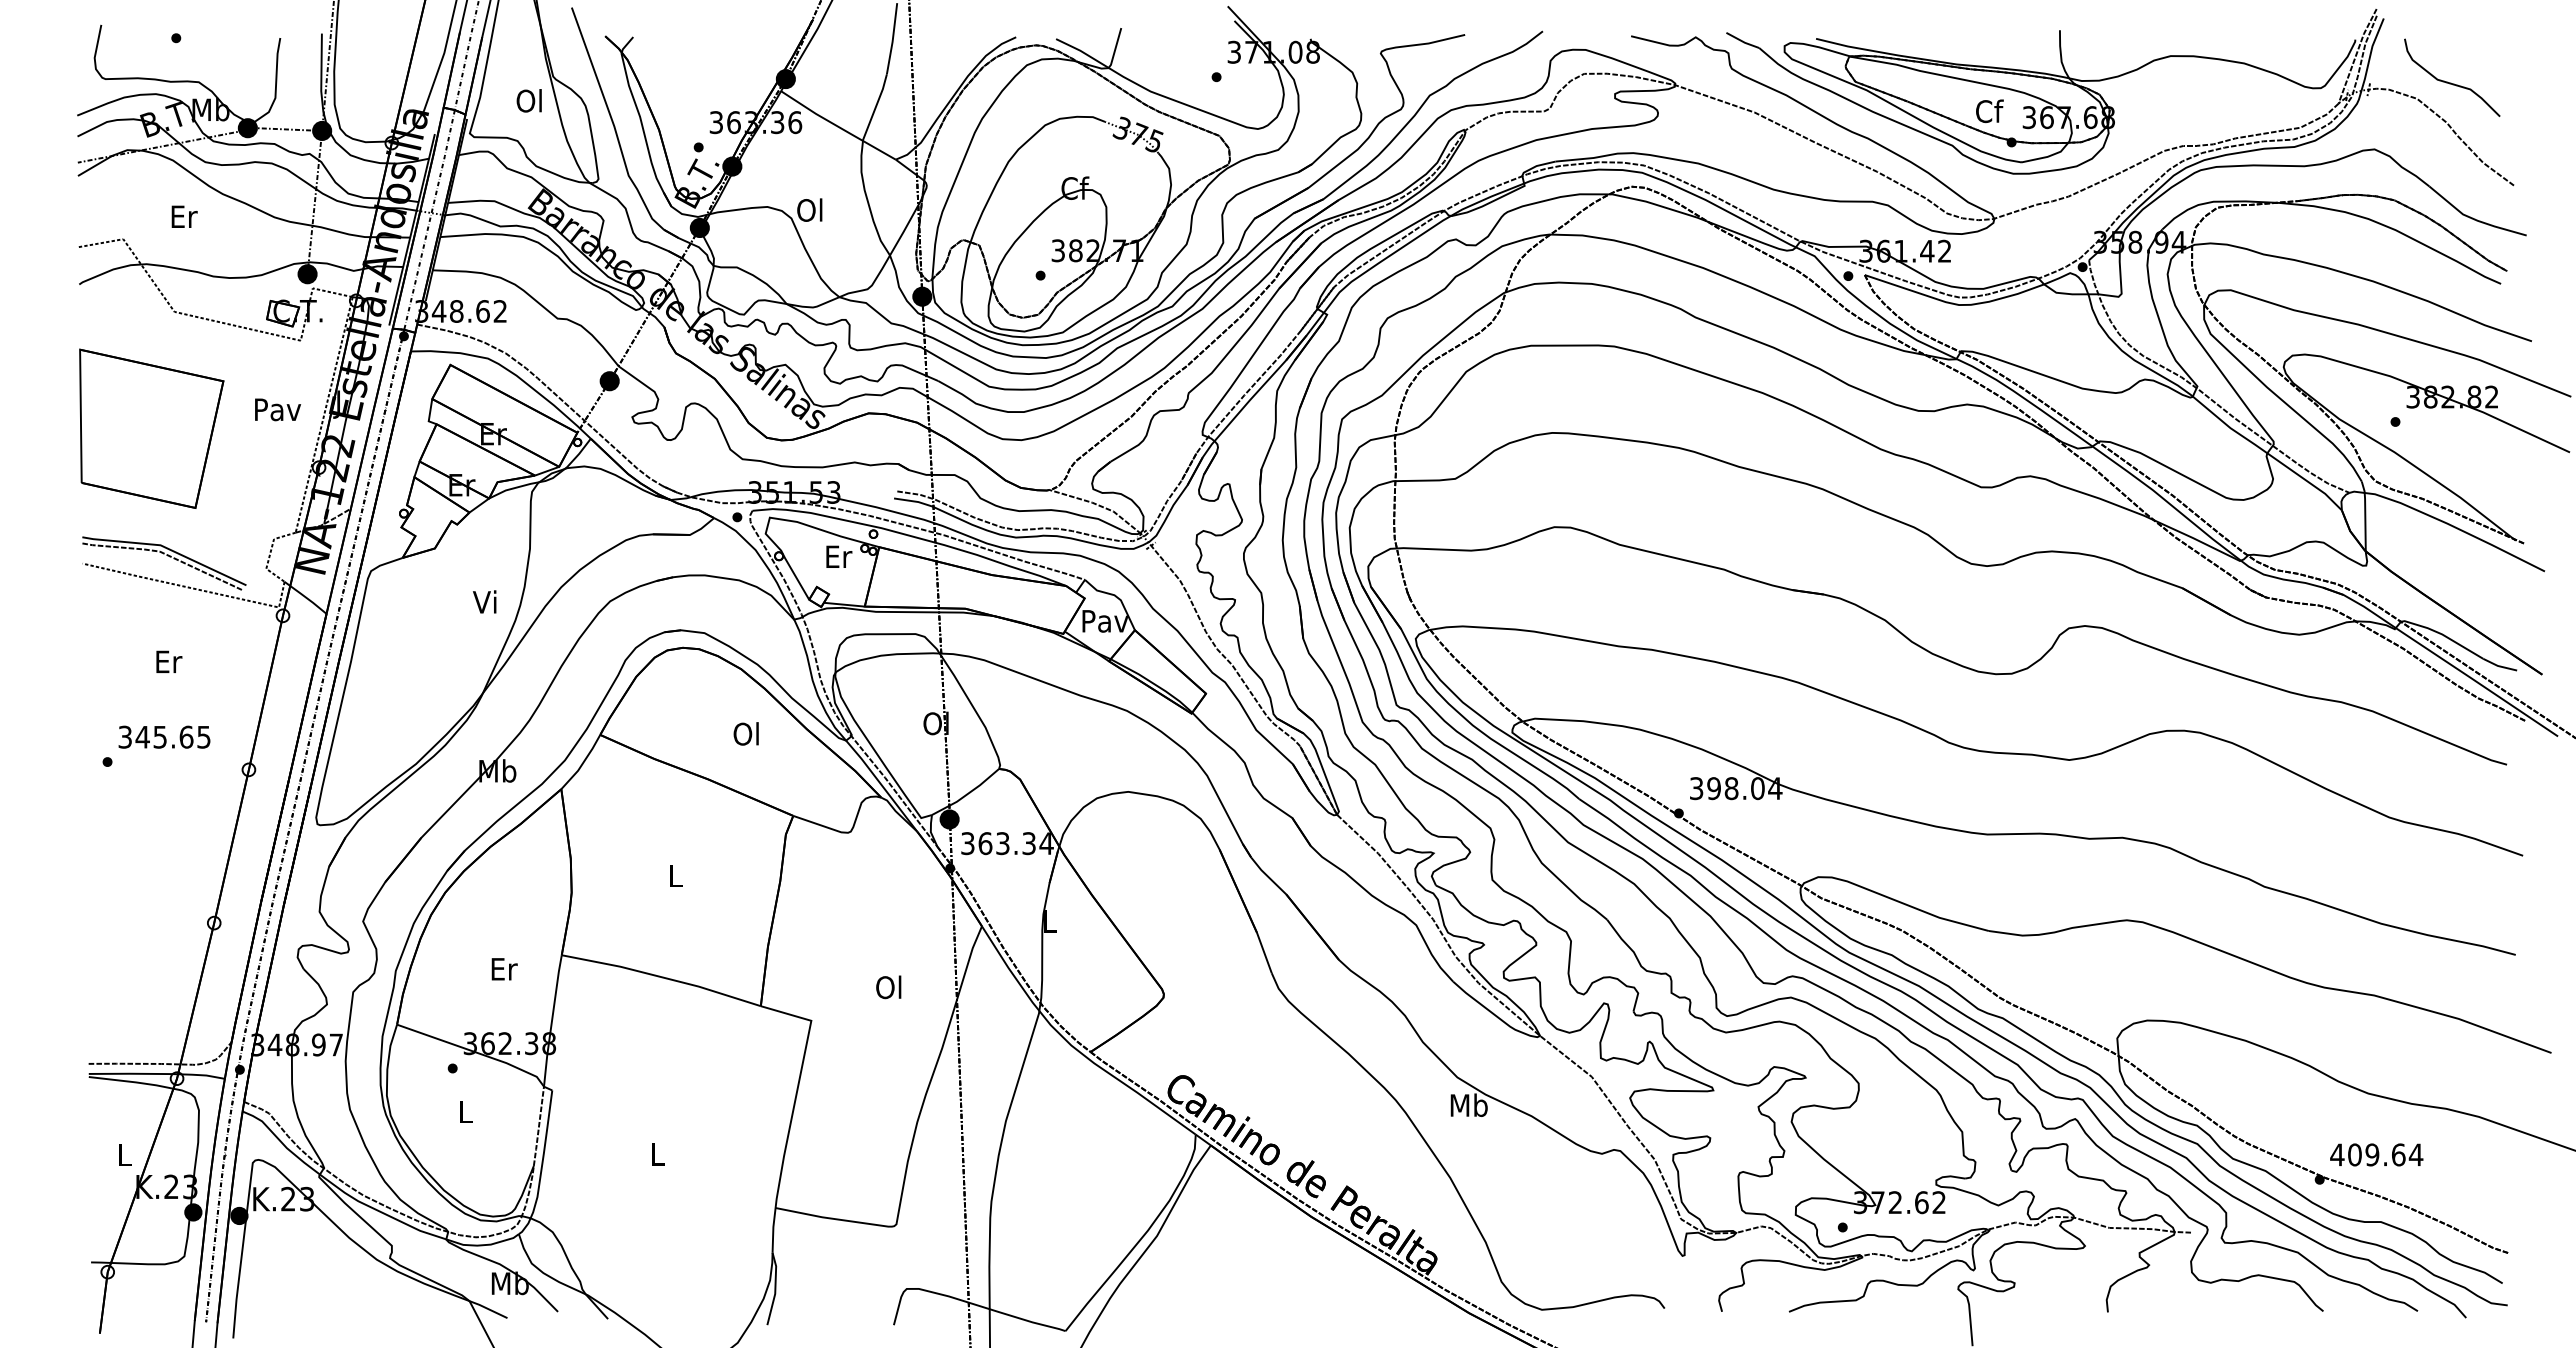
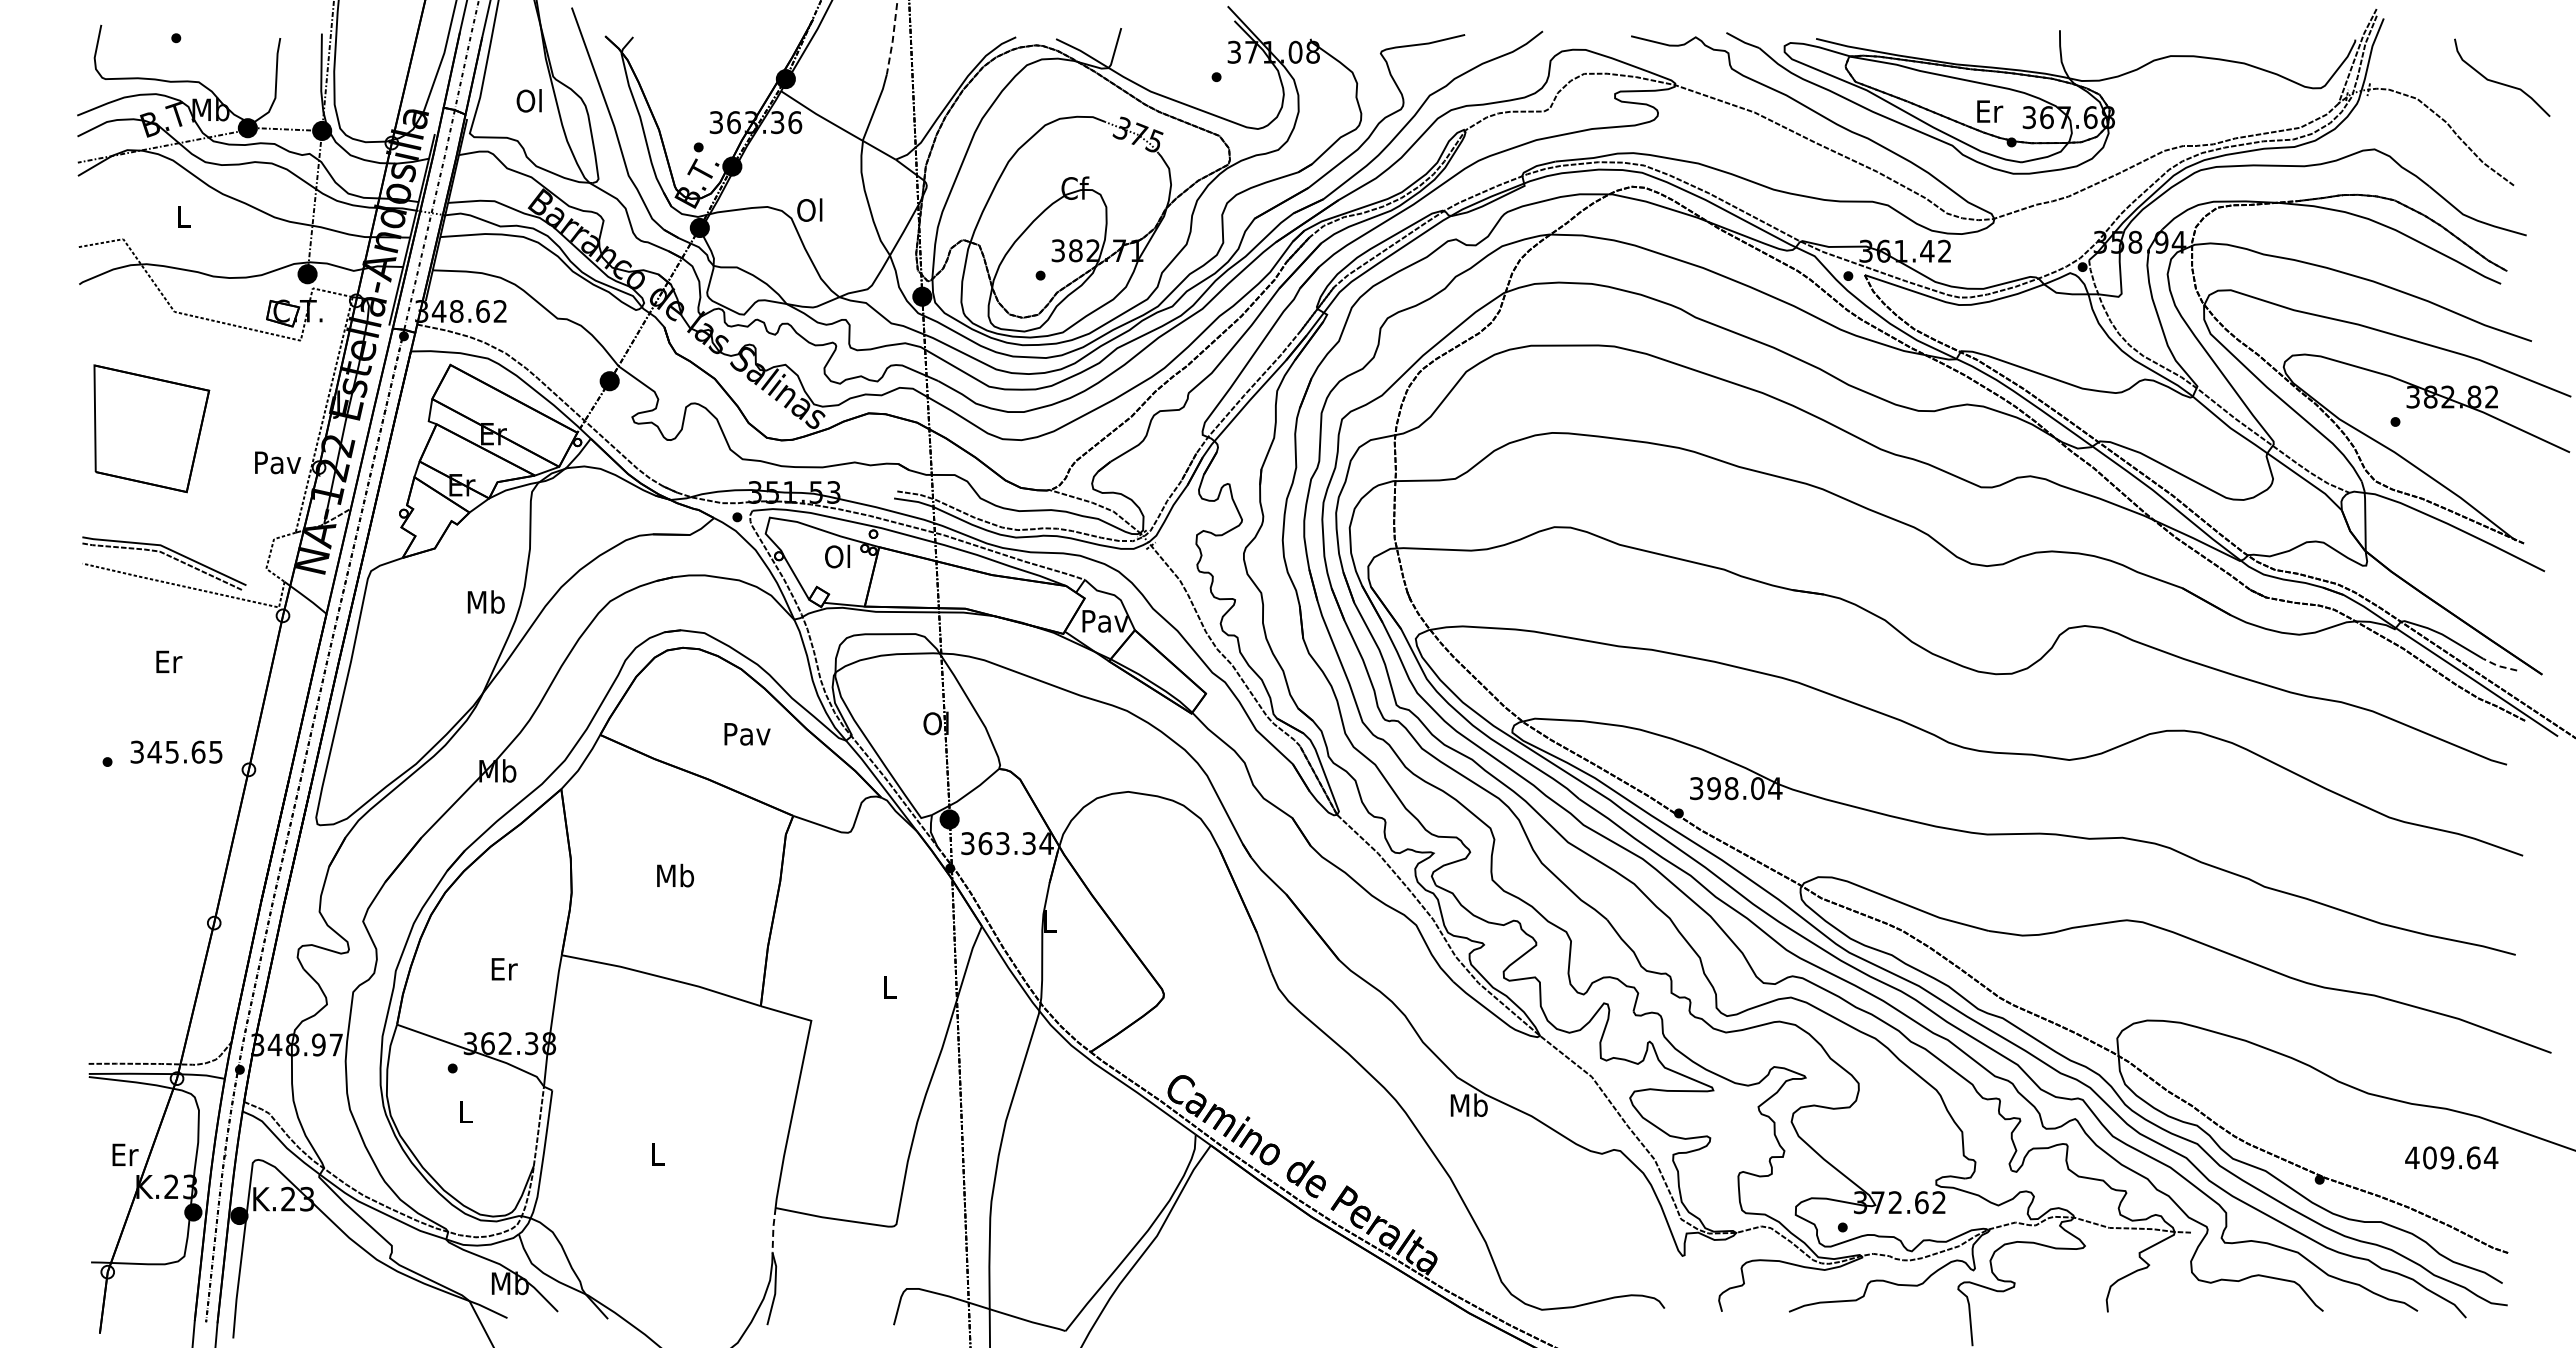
line at (892, 39): solid -> dashed
curve at (2451, 82) position: (2451, 82) -> (2501, 82)
text at (1989, 111): Cf -> Er
text at (184, 216): Er -> L
text at (277, 409) position: (277, 409) -> (277, 462)
part at (151, 428) size: 146x161 px -> 118x130 px
text at (838, 556): Er -> Ol
text at (485, 601): Vi -> Mb
line at (2498, 666): solid -> dashed
text at (747, 733): Ol -> Pav
text at (164, 736) position: (164, 736) -> (176, 751)
text at (675, 875): L -> Mb
text at (888, 987): Ol -> L
text at (125, 1154): L -> Er
text at (2376, 1154) position: (2376, 1154) -> (2451, 1157)
line at (773, 1230): solid -> dashed
